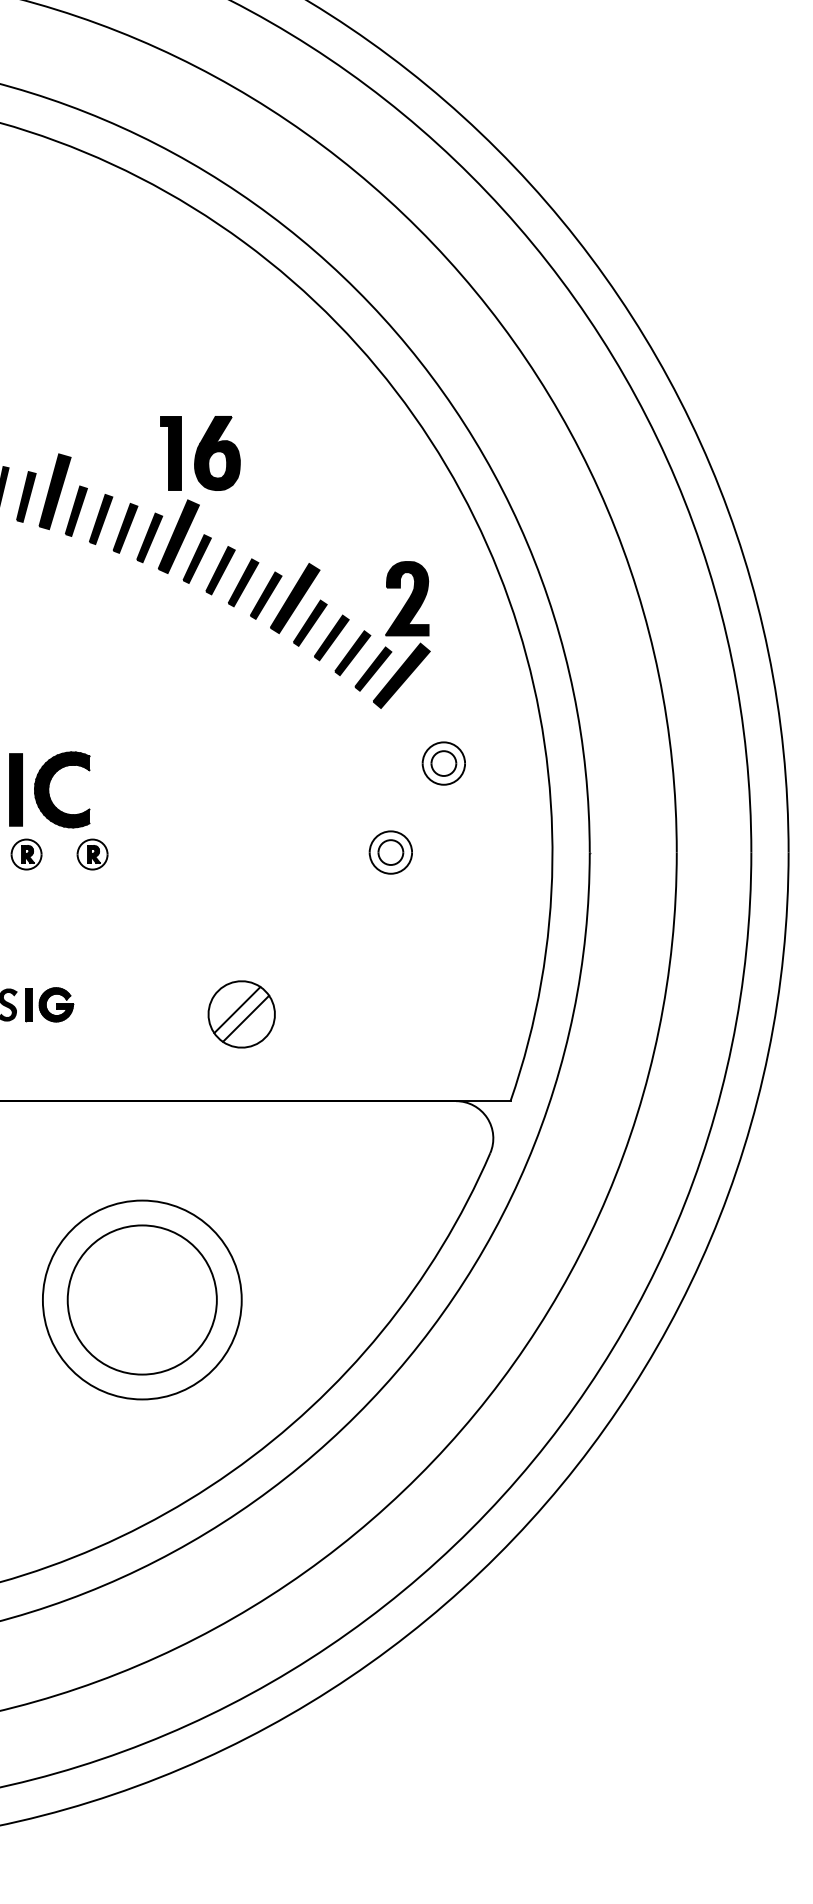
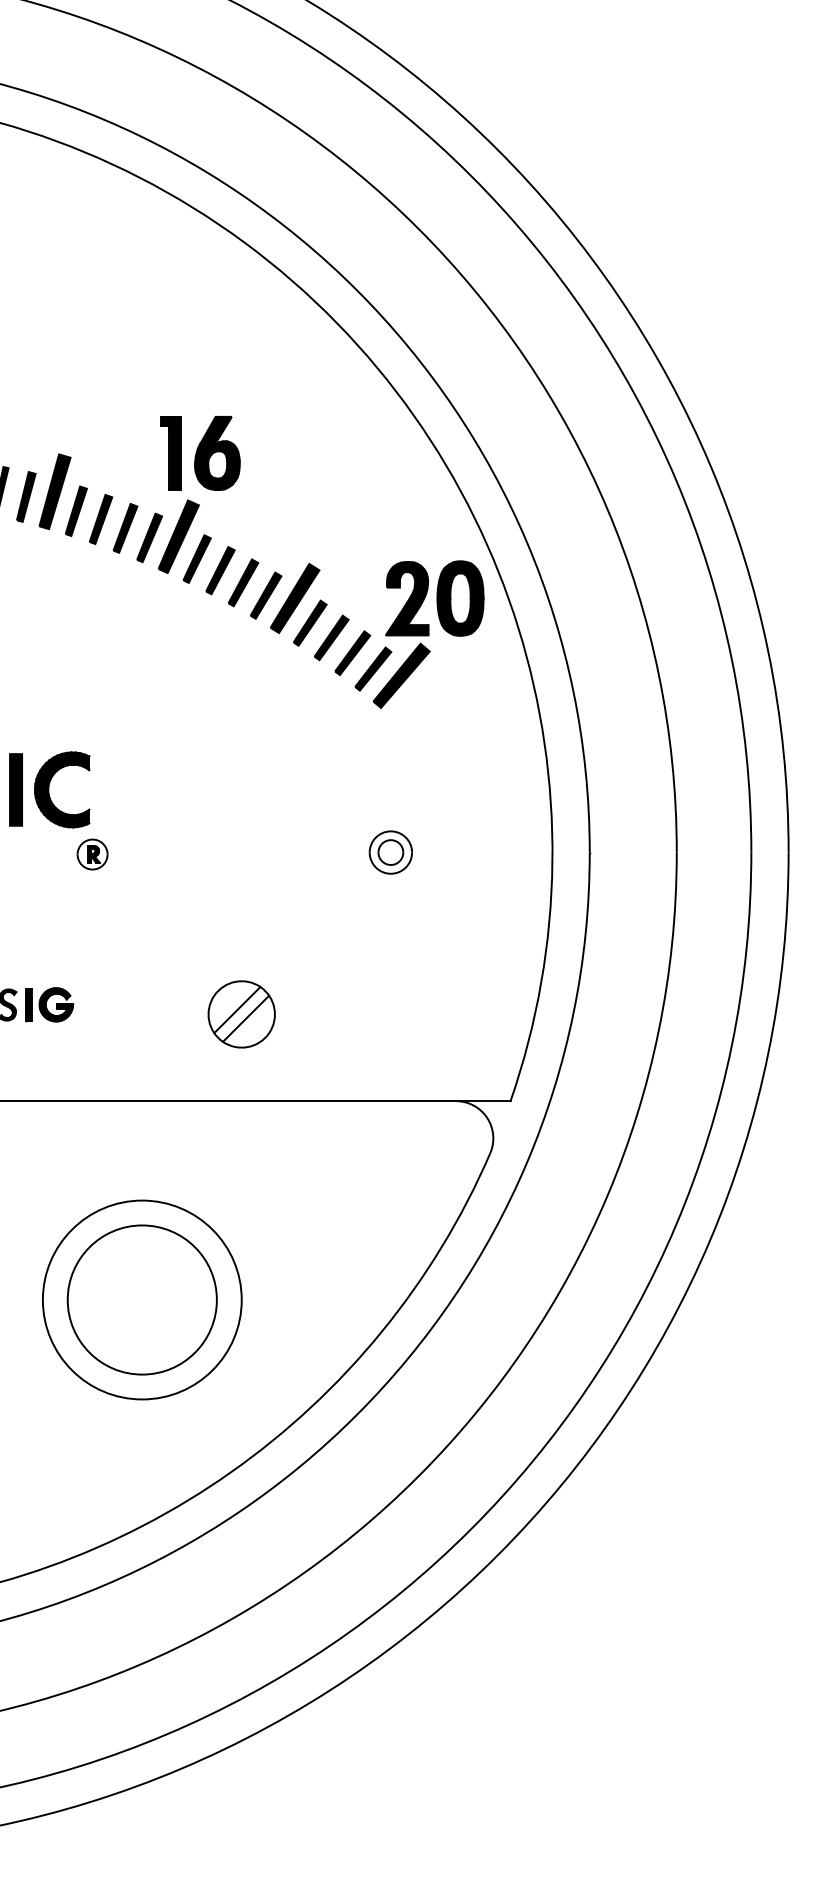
part at (460, 598): none -> present
part at (443, 763): present -> none
part at (26, 854): present -> none
